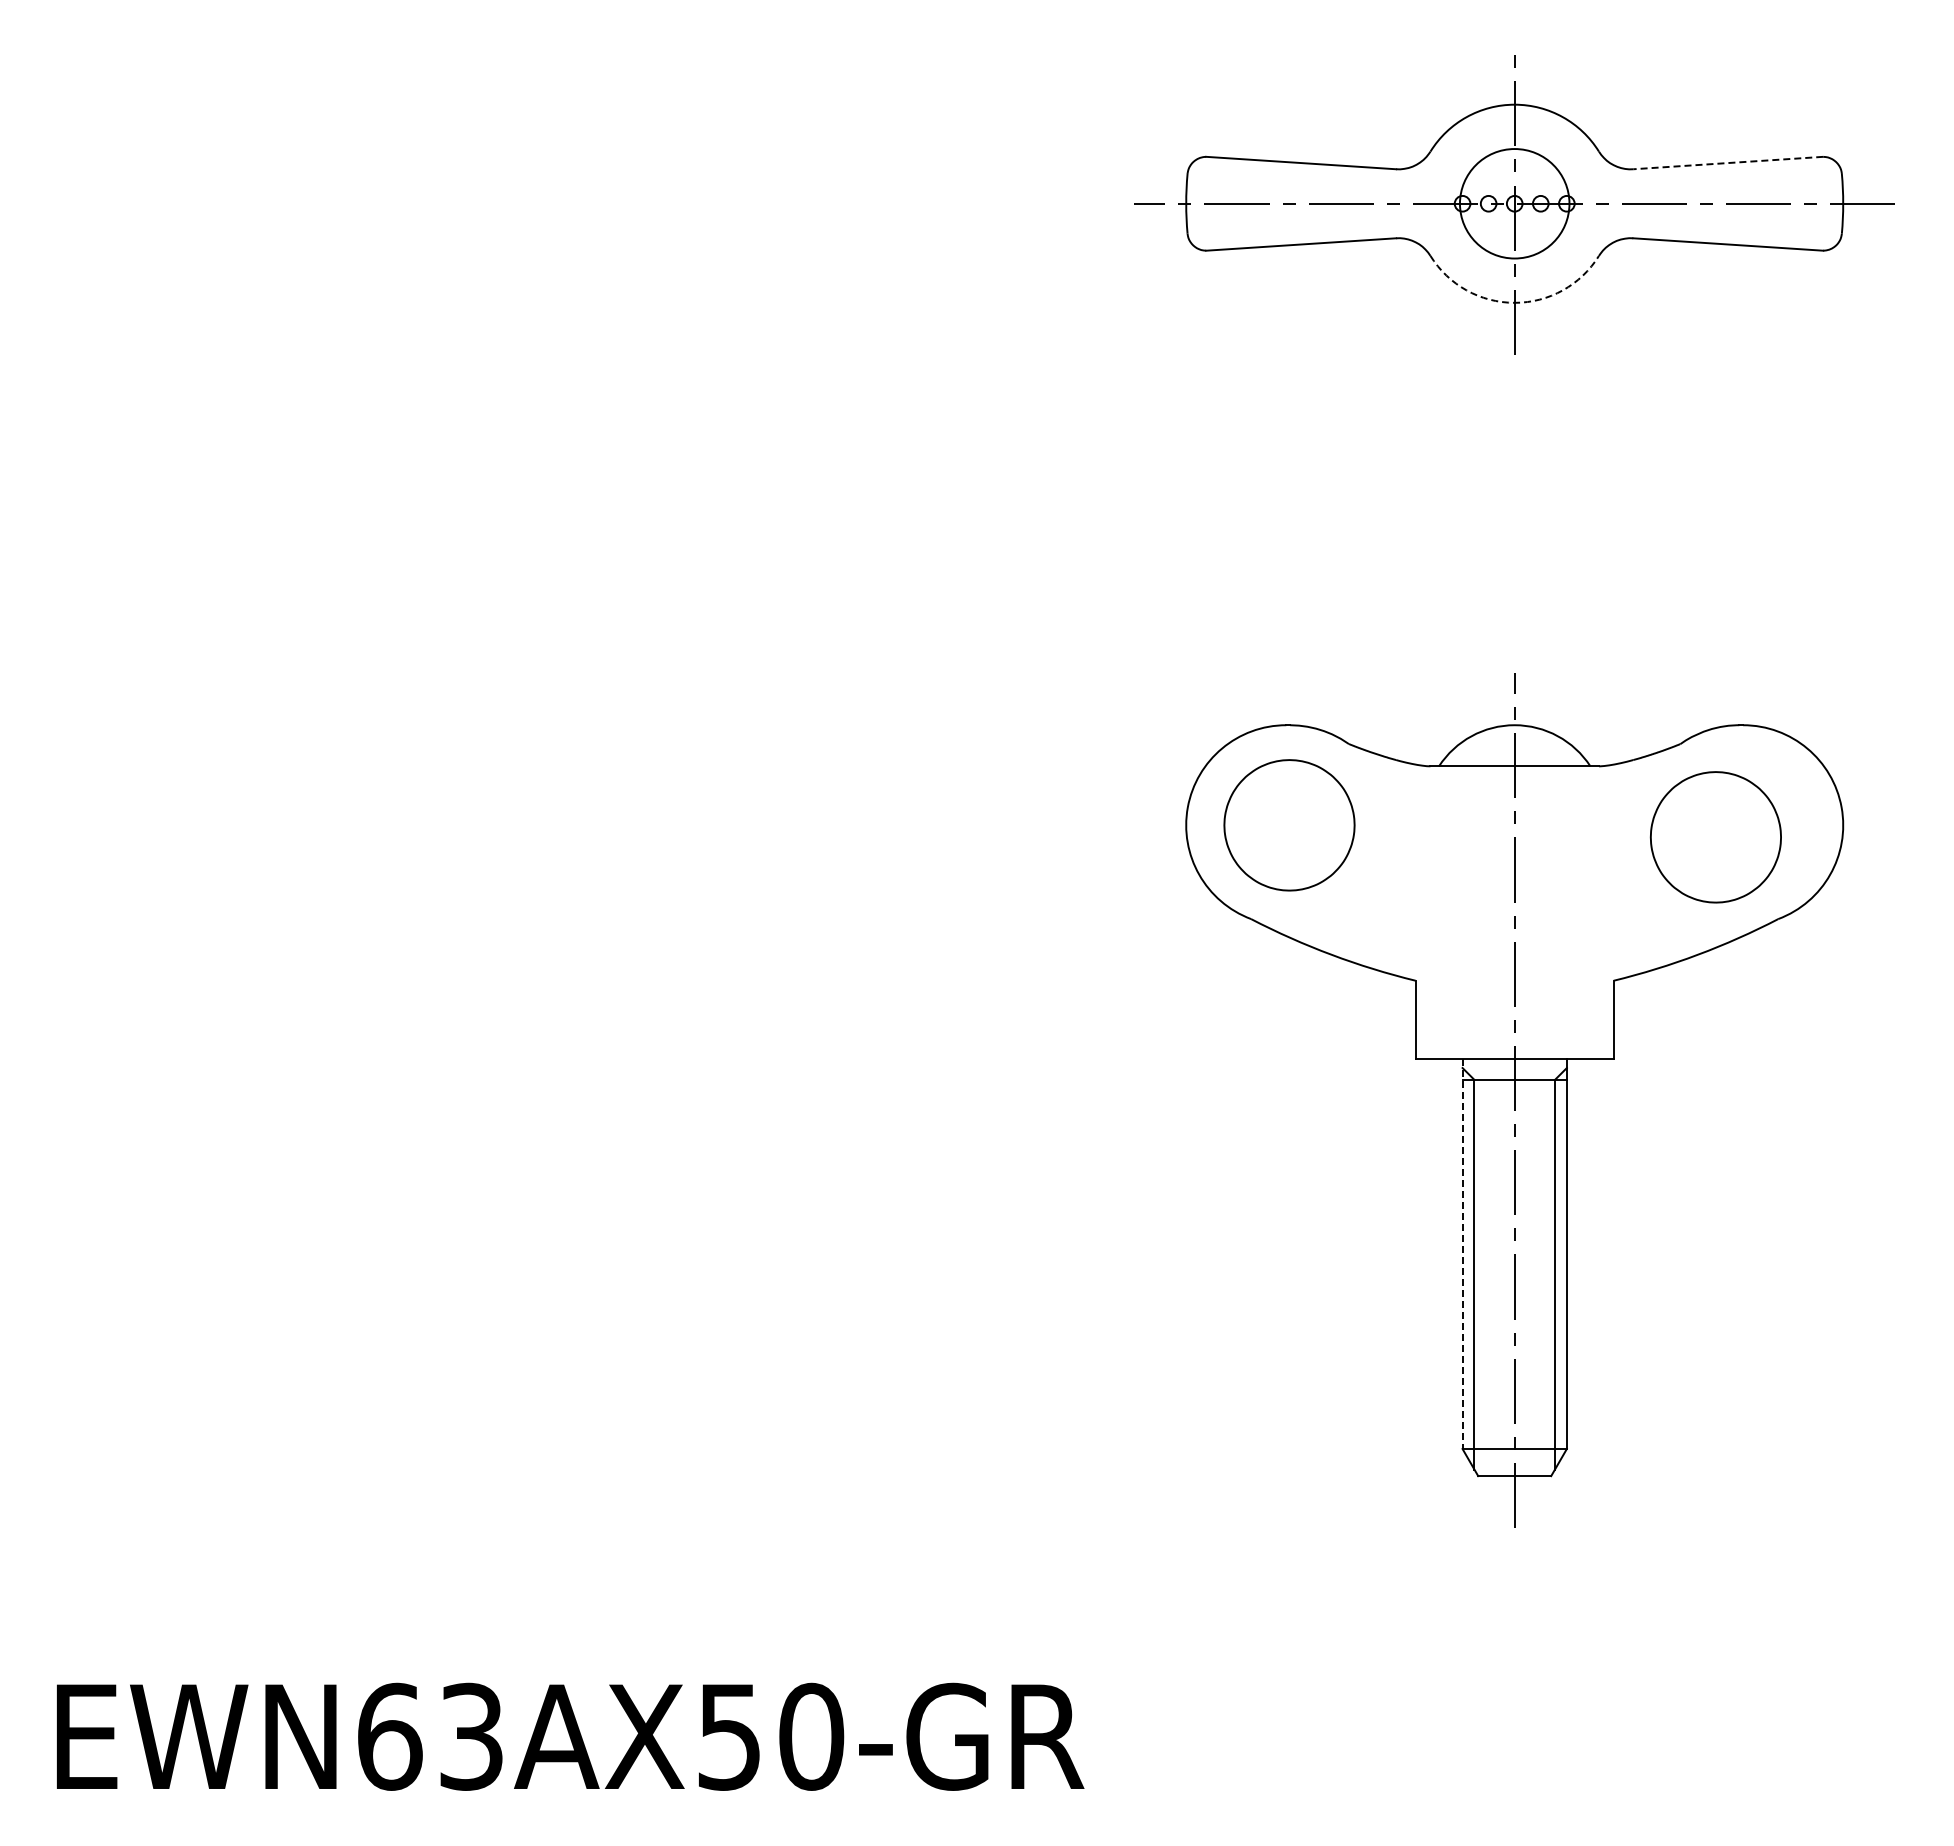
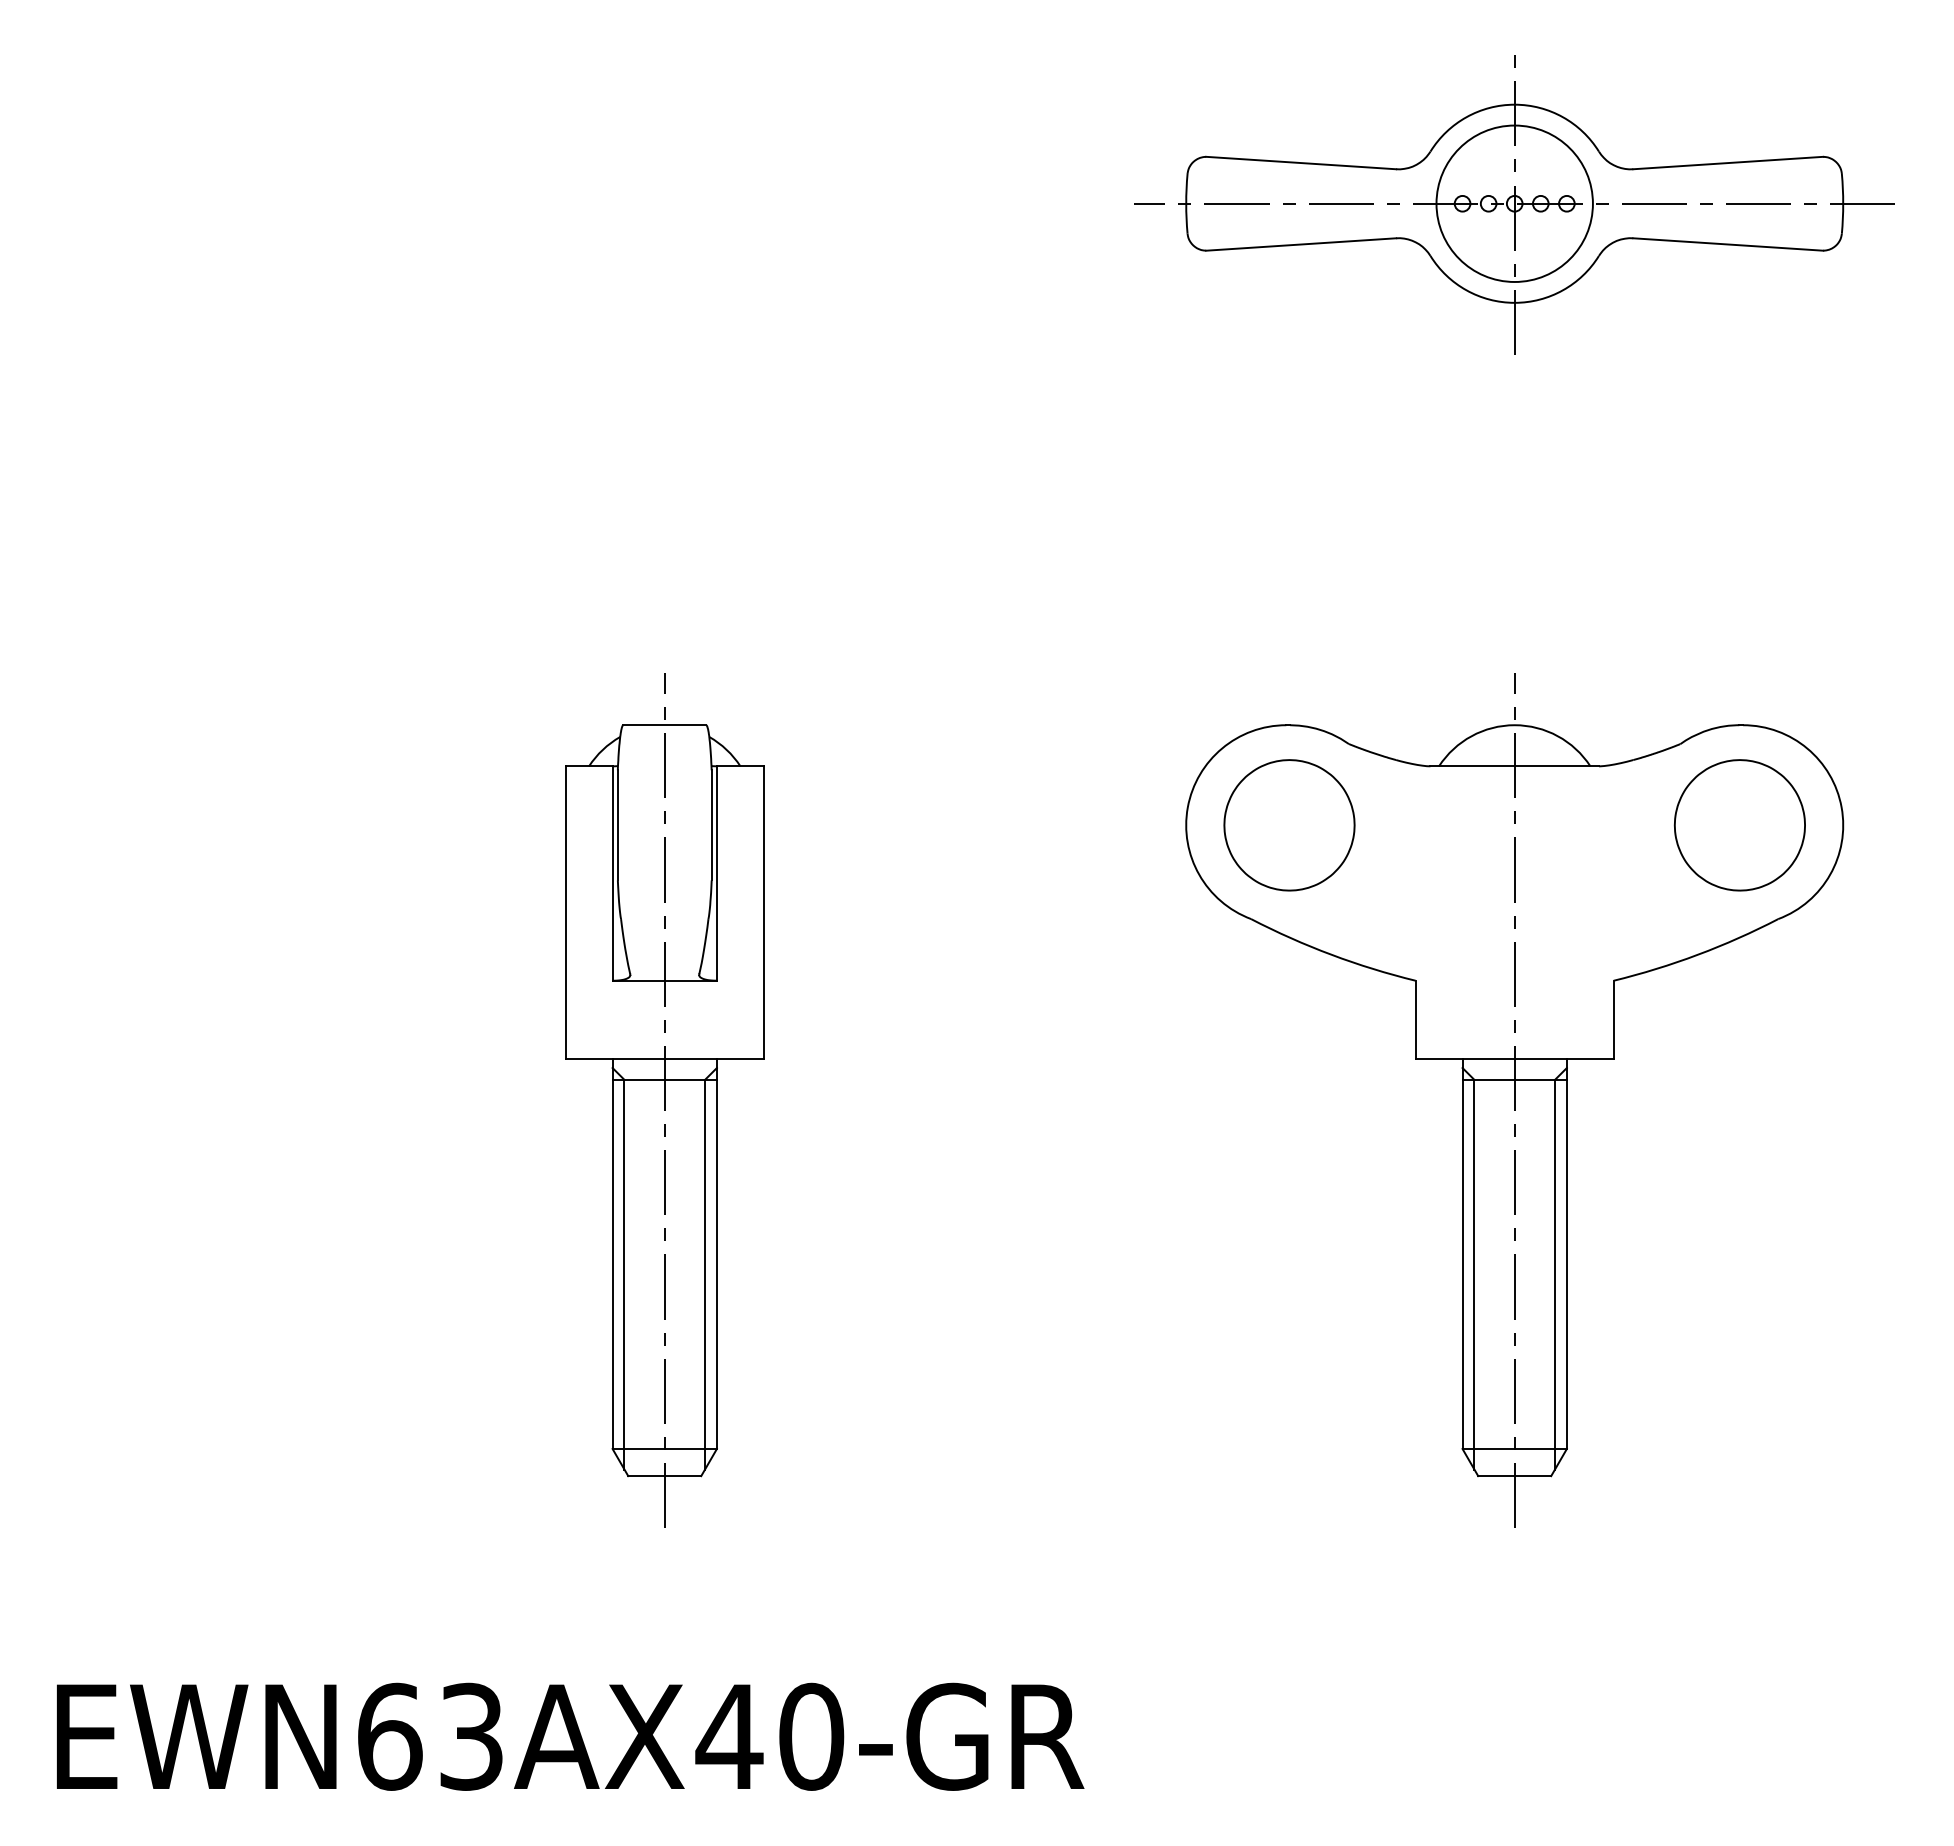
line at (1727, 163): dashed -> solid
circle at (1514, 203) diameter: 110 px -> 156 px
arc at (1514, 302): dashed -> solid
part at (1715, 837) position: (1715, 837) -> (1739, 825)
part at (664, 1100): none -> present
line at (1462, 1254): dashed -> solid
text at (729, 1737): EWN63AX50-GR -> EWN63AX40-GR
